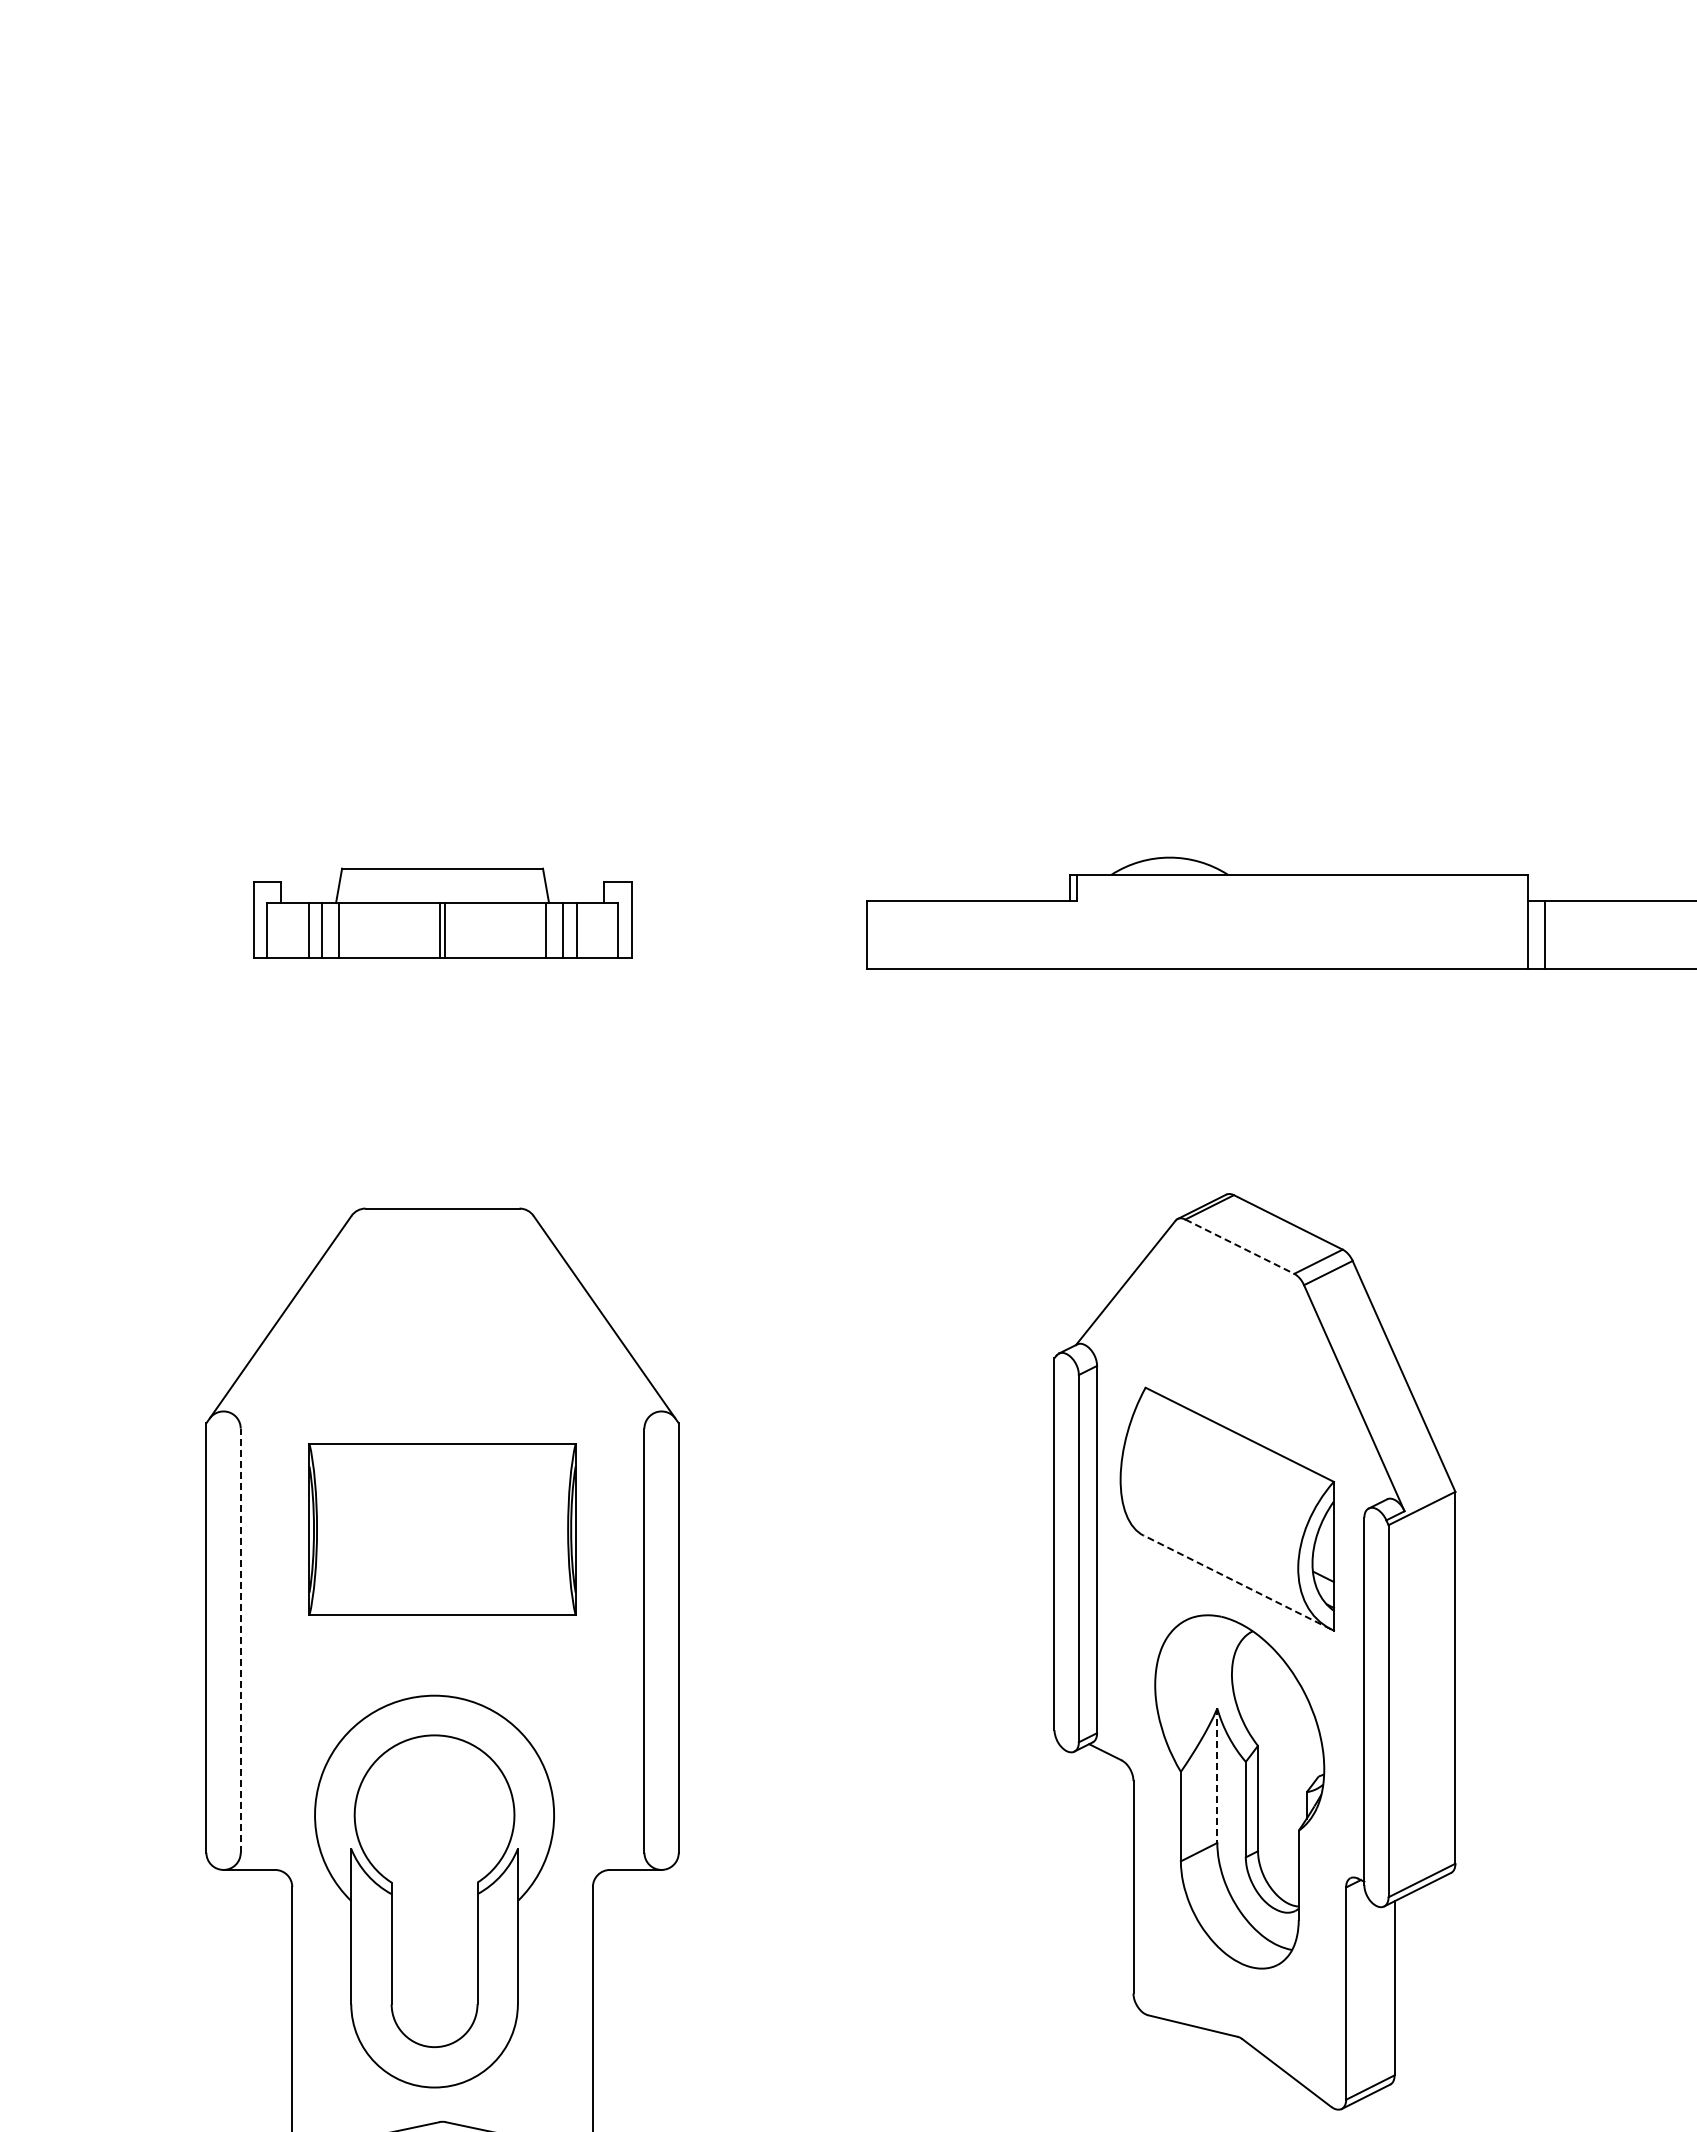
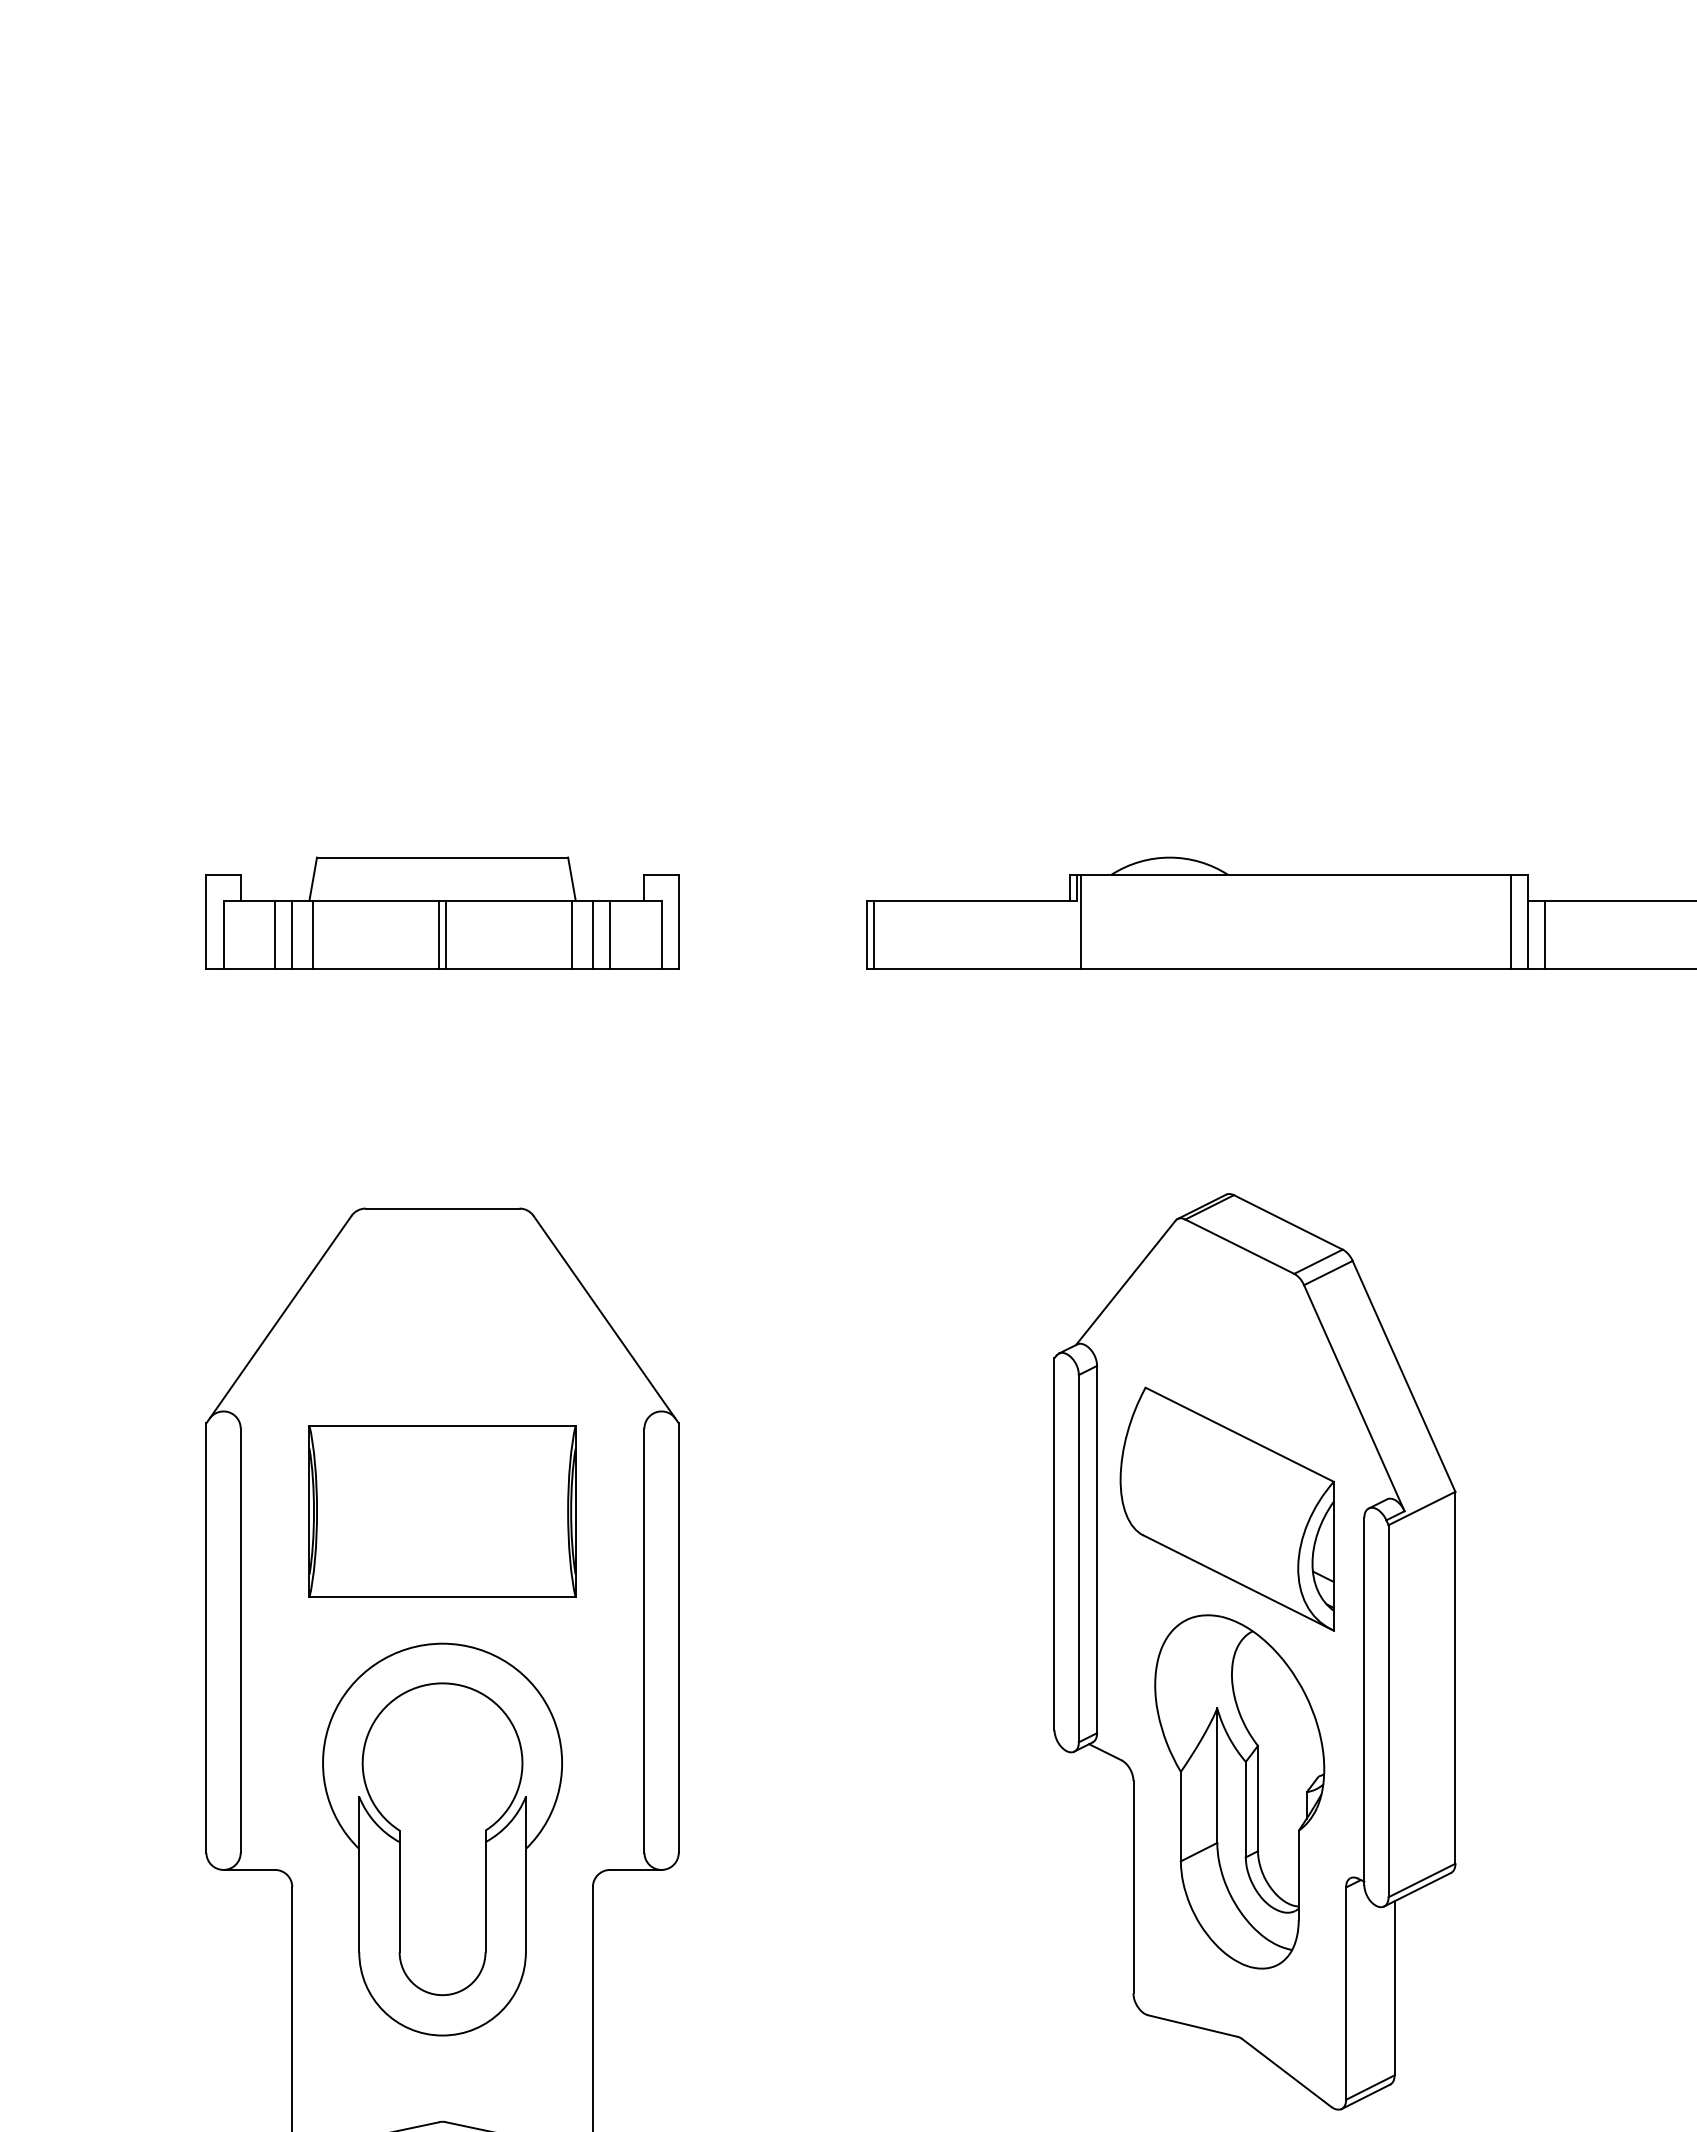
part at (442, 912) size: 380x92 px -> 475x114 px
line at (1081, 921): none -> present
line at (1510, 921): none -> present
line at (874, 934): none -> present
line at (1239, 1246): dashed -> solid
part at (442, 1529) position: (442, 1529) -> (442, 1511)
line at (1237, 1582): dashed -> solid
line at (240, 1640): dashed -> solid
line at (1217, 1776): dashed -> solid
part at (434, 1891) position: (434, 1891) -> (442, 1839)
